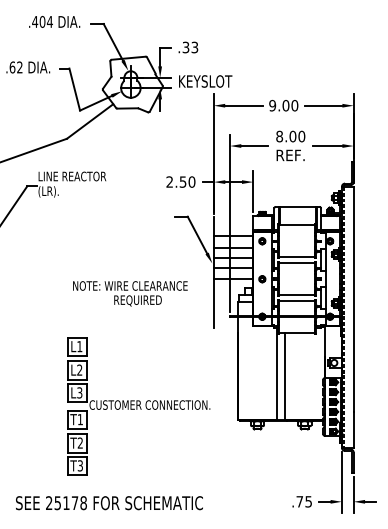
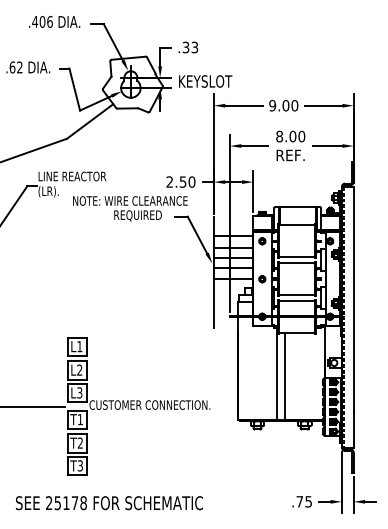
text at (49, 21): .404 -> .406
text at (130, 293) position: (130, 293) -> (130, 208)
line at (33, 407): none -> present
